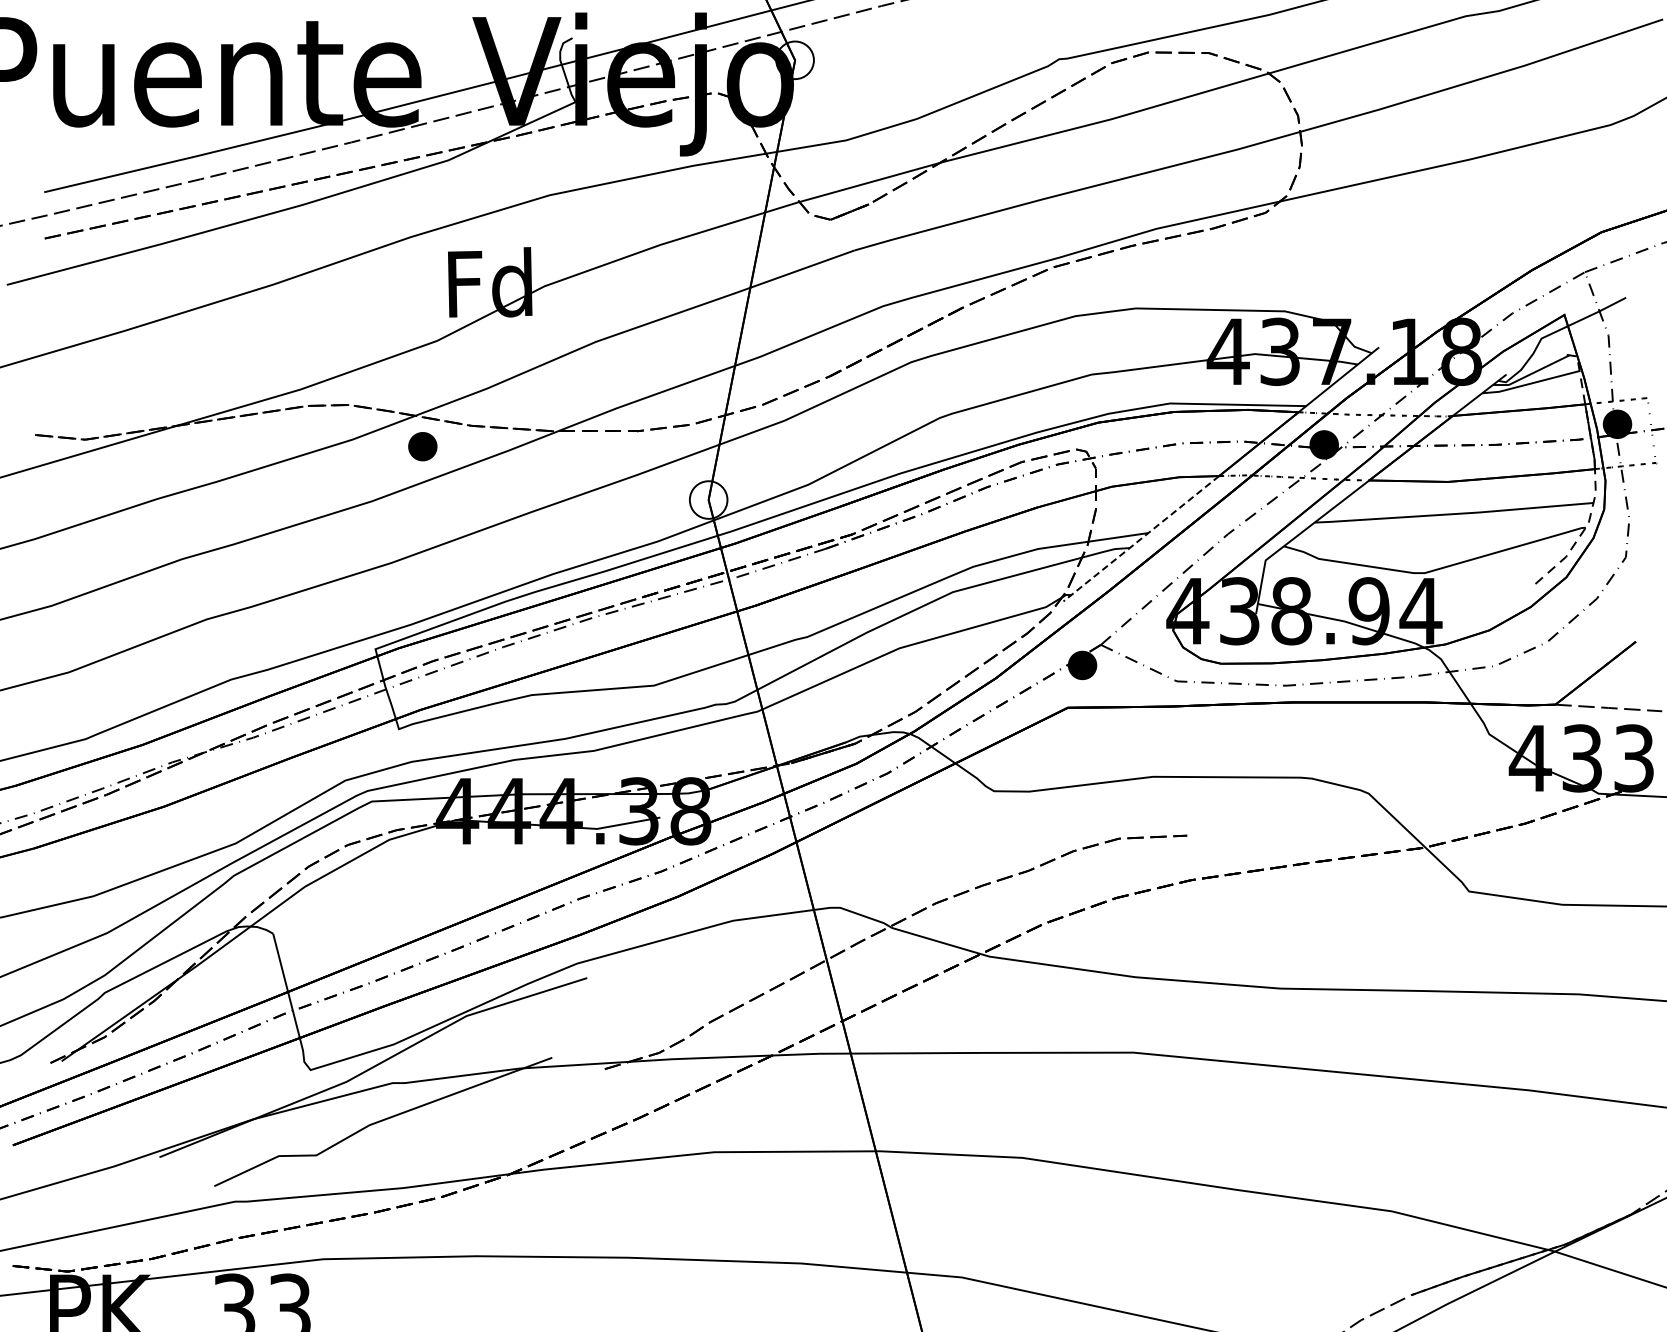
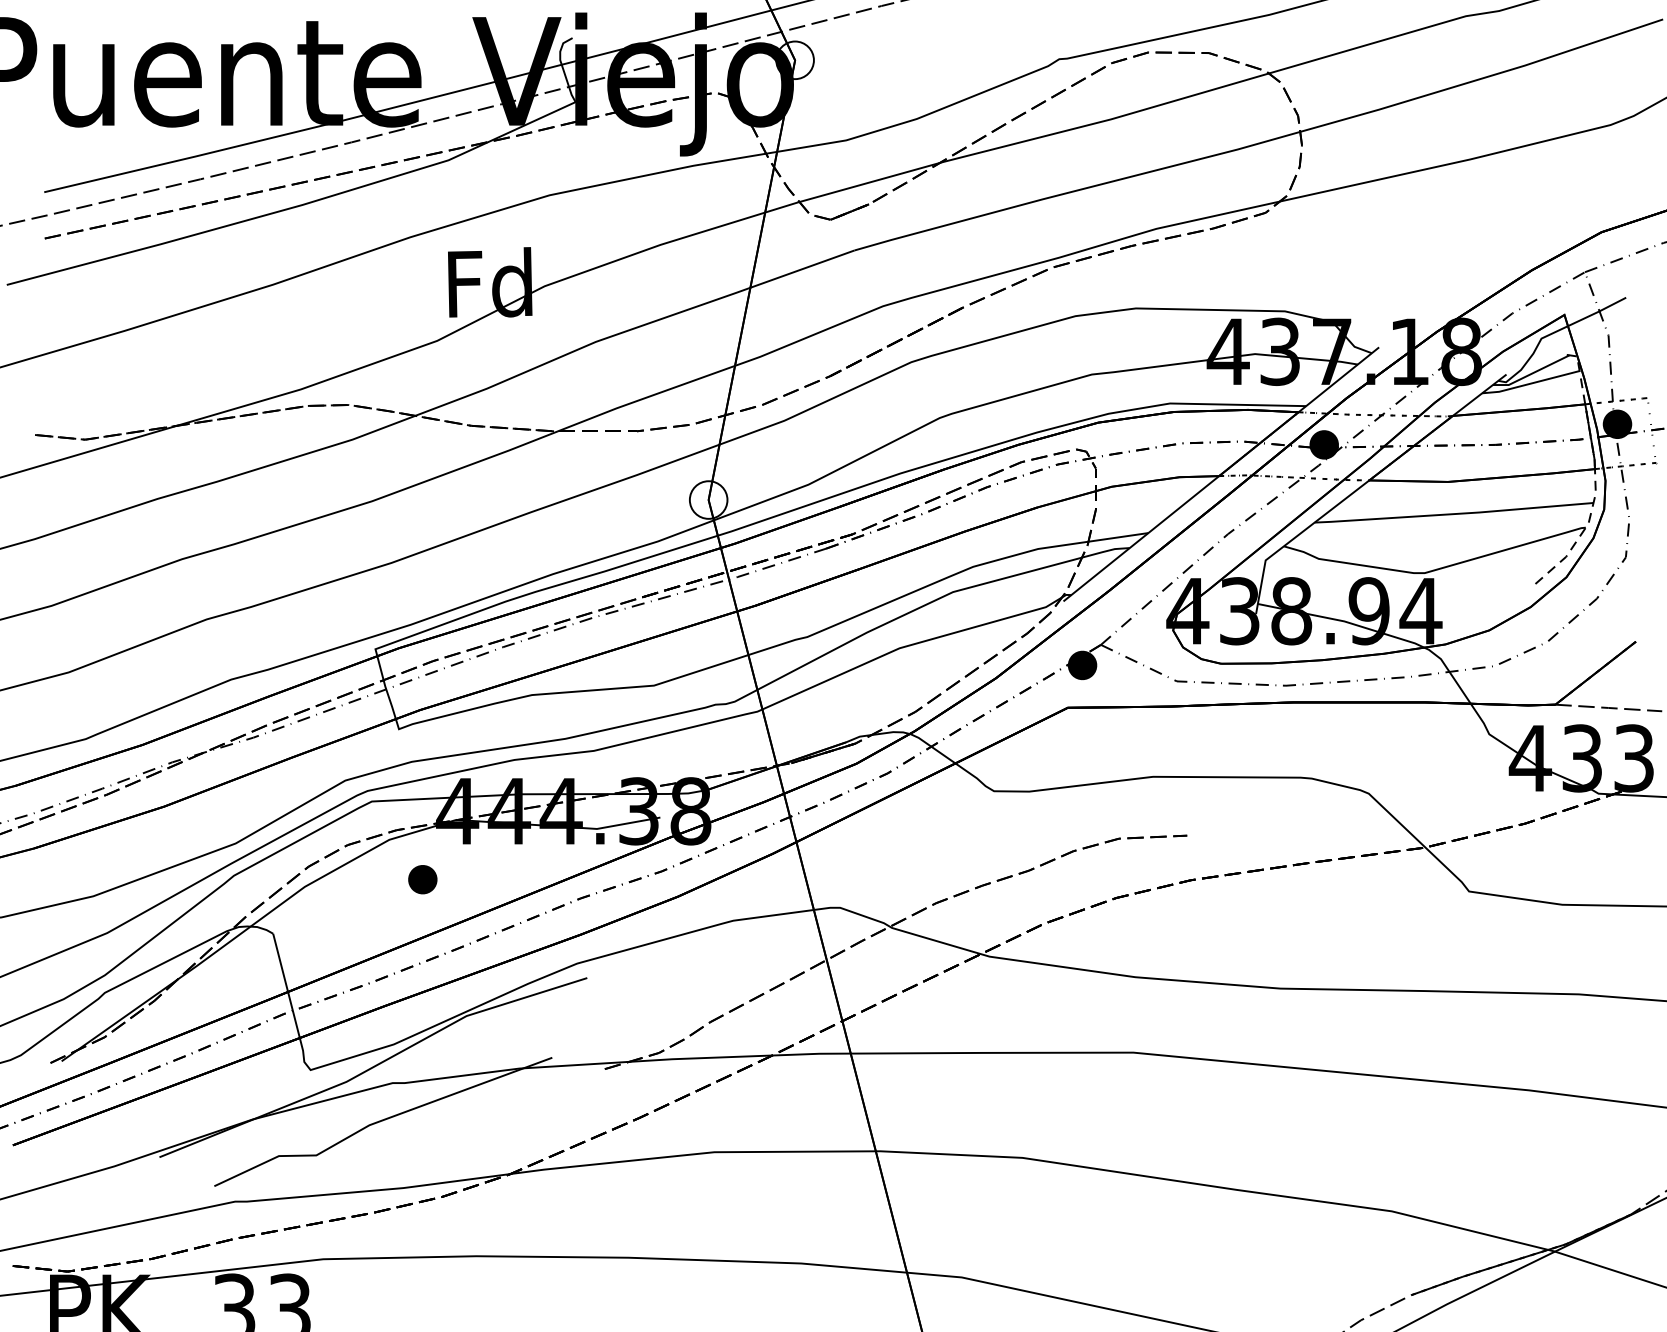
part at (422, 446) position: (422, 446) -> (422, 879)
line at (1141, 538): dashed -> solid
